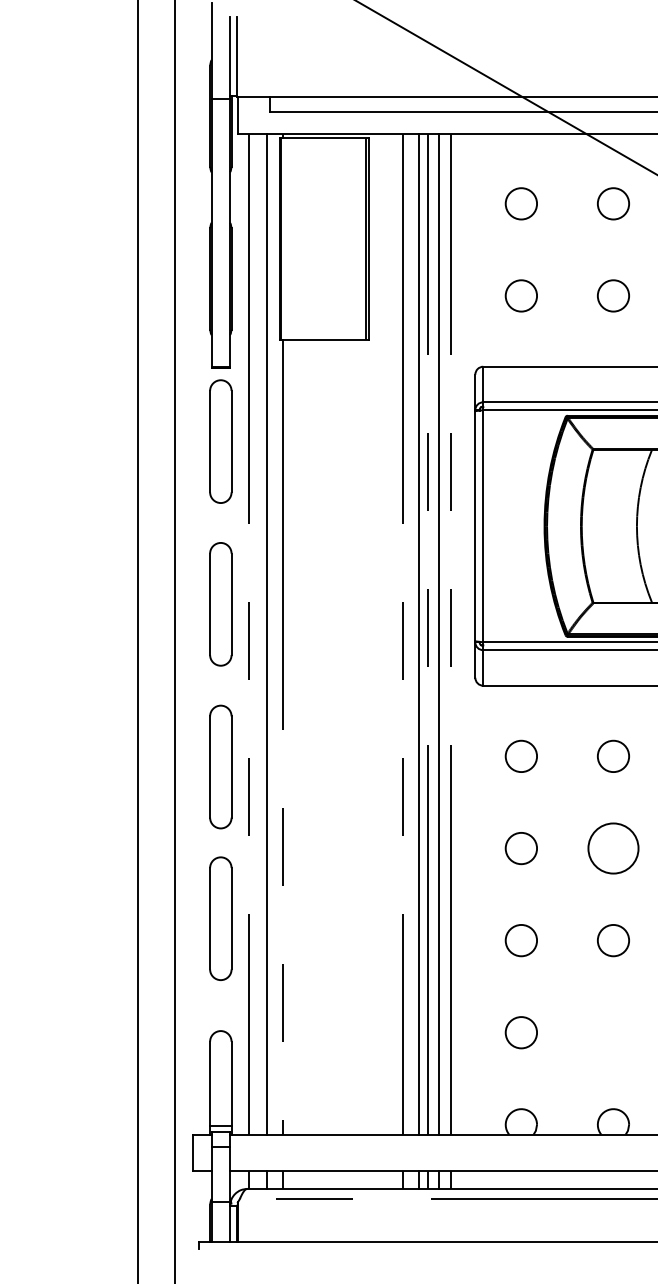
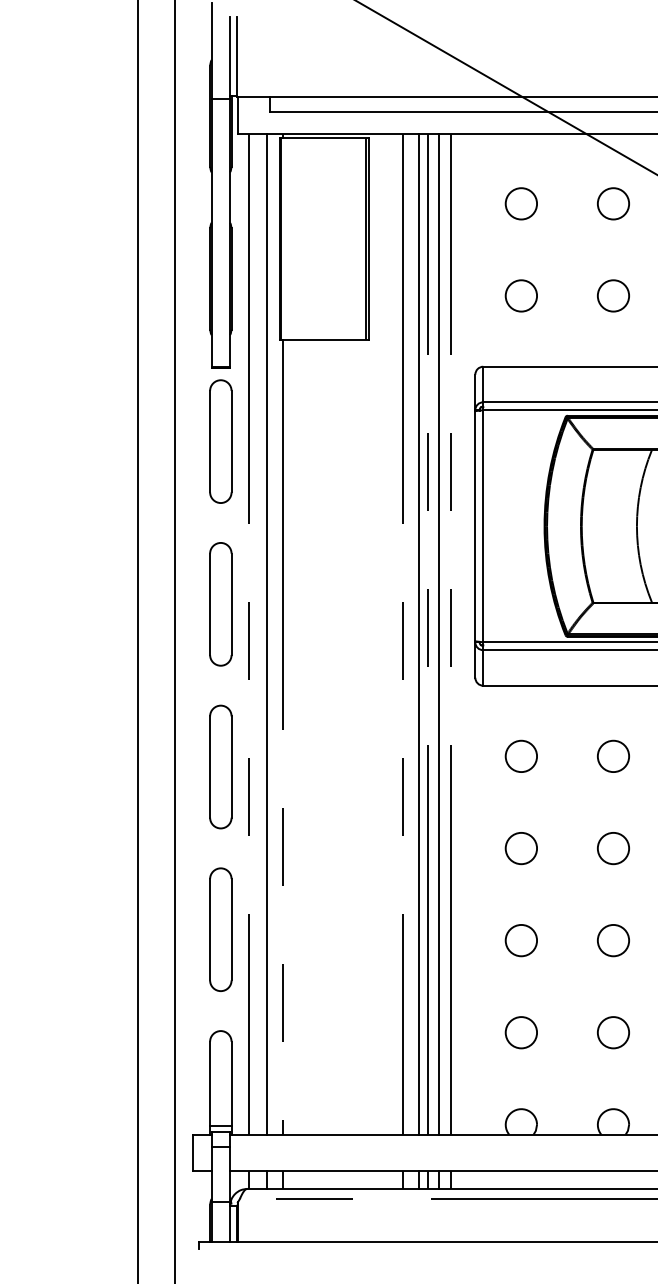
circle at (613, 848) diameter: 50 px -> 31 px
part at (220, 918) position: (220, 918) -> (220, 929)
circle at (613, 1032): none -> present
